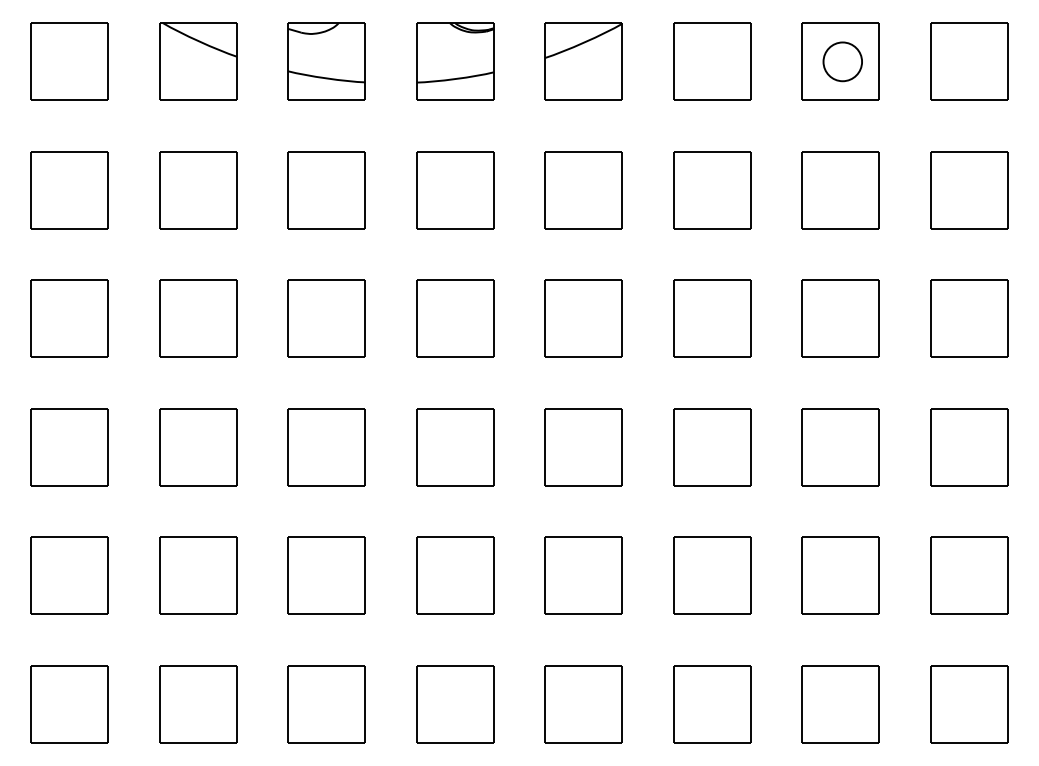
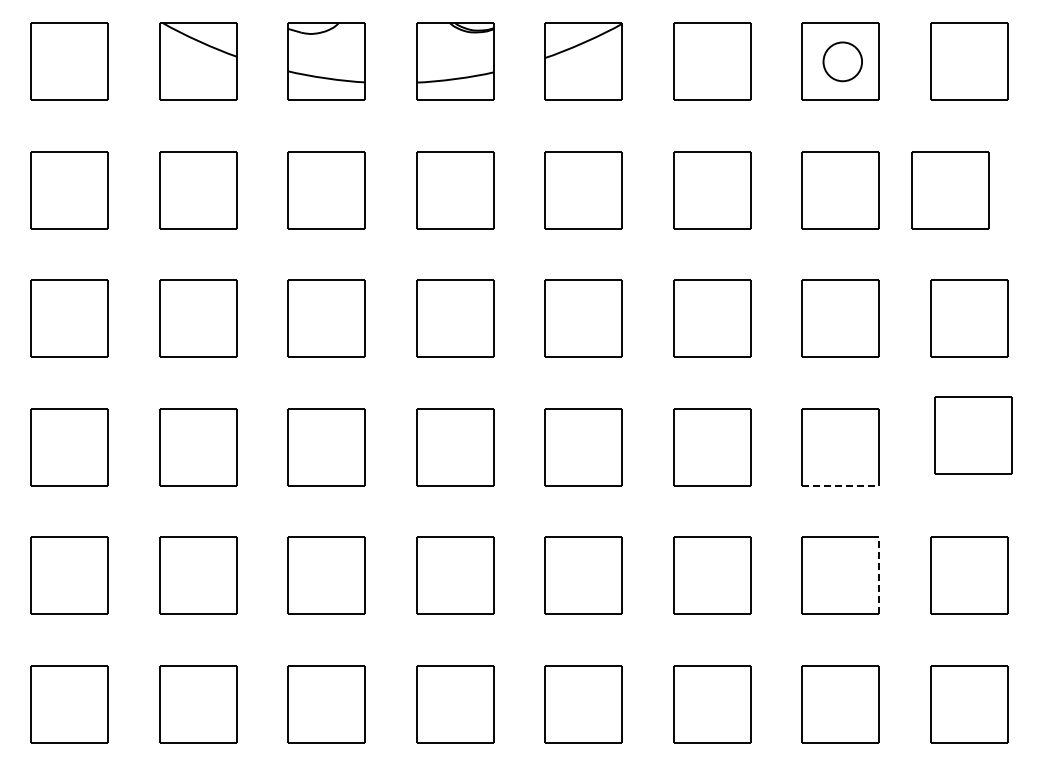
part at (969, 190) position: (969, 190) -> (950, 190)
part at (969, 447) position: (969, 447) -> (973, 435)
line at (840, 485): solid -> dashed
line at (879, 575): solid -> dashed
